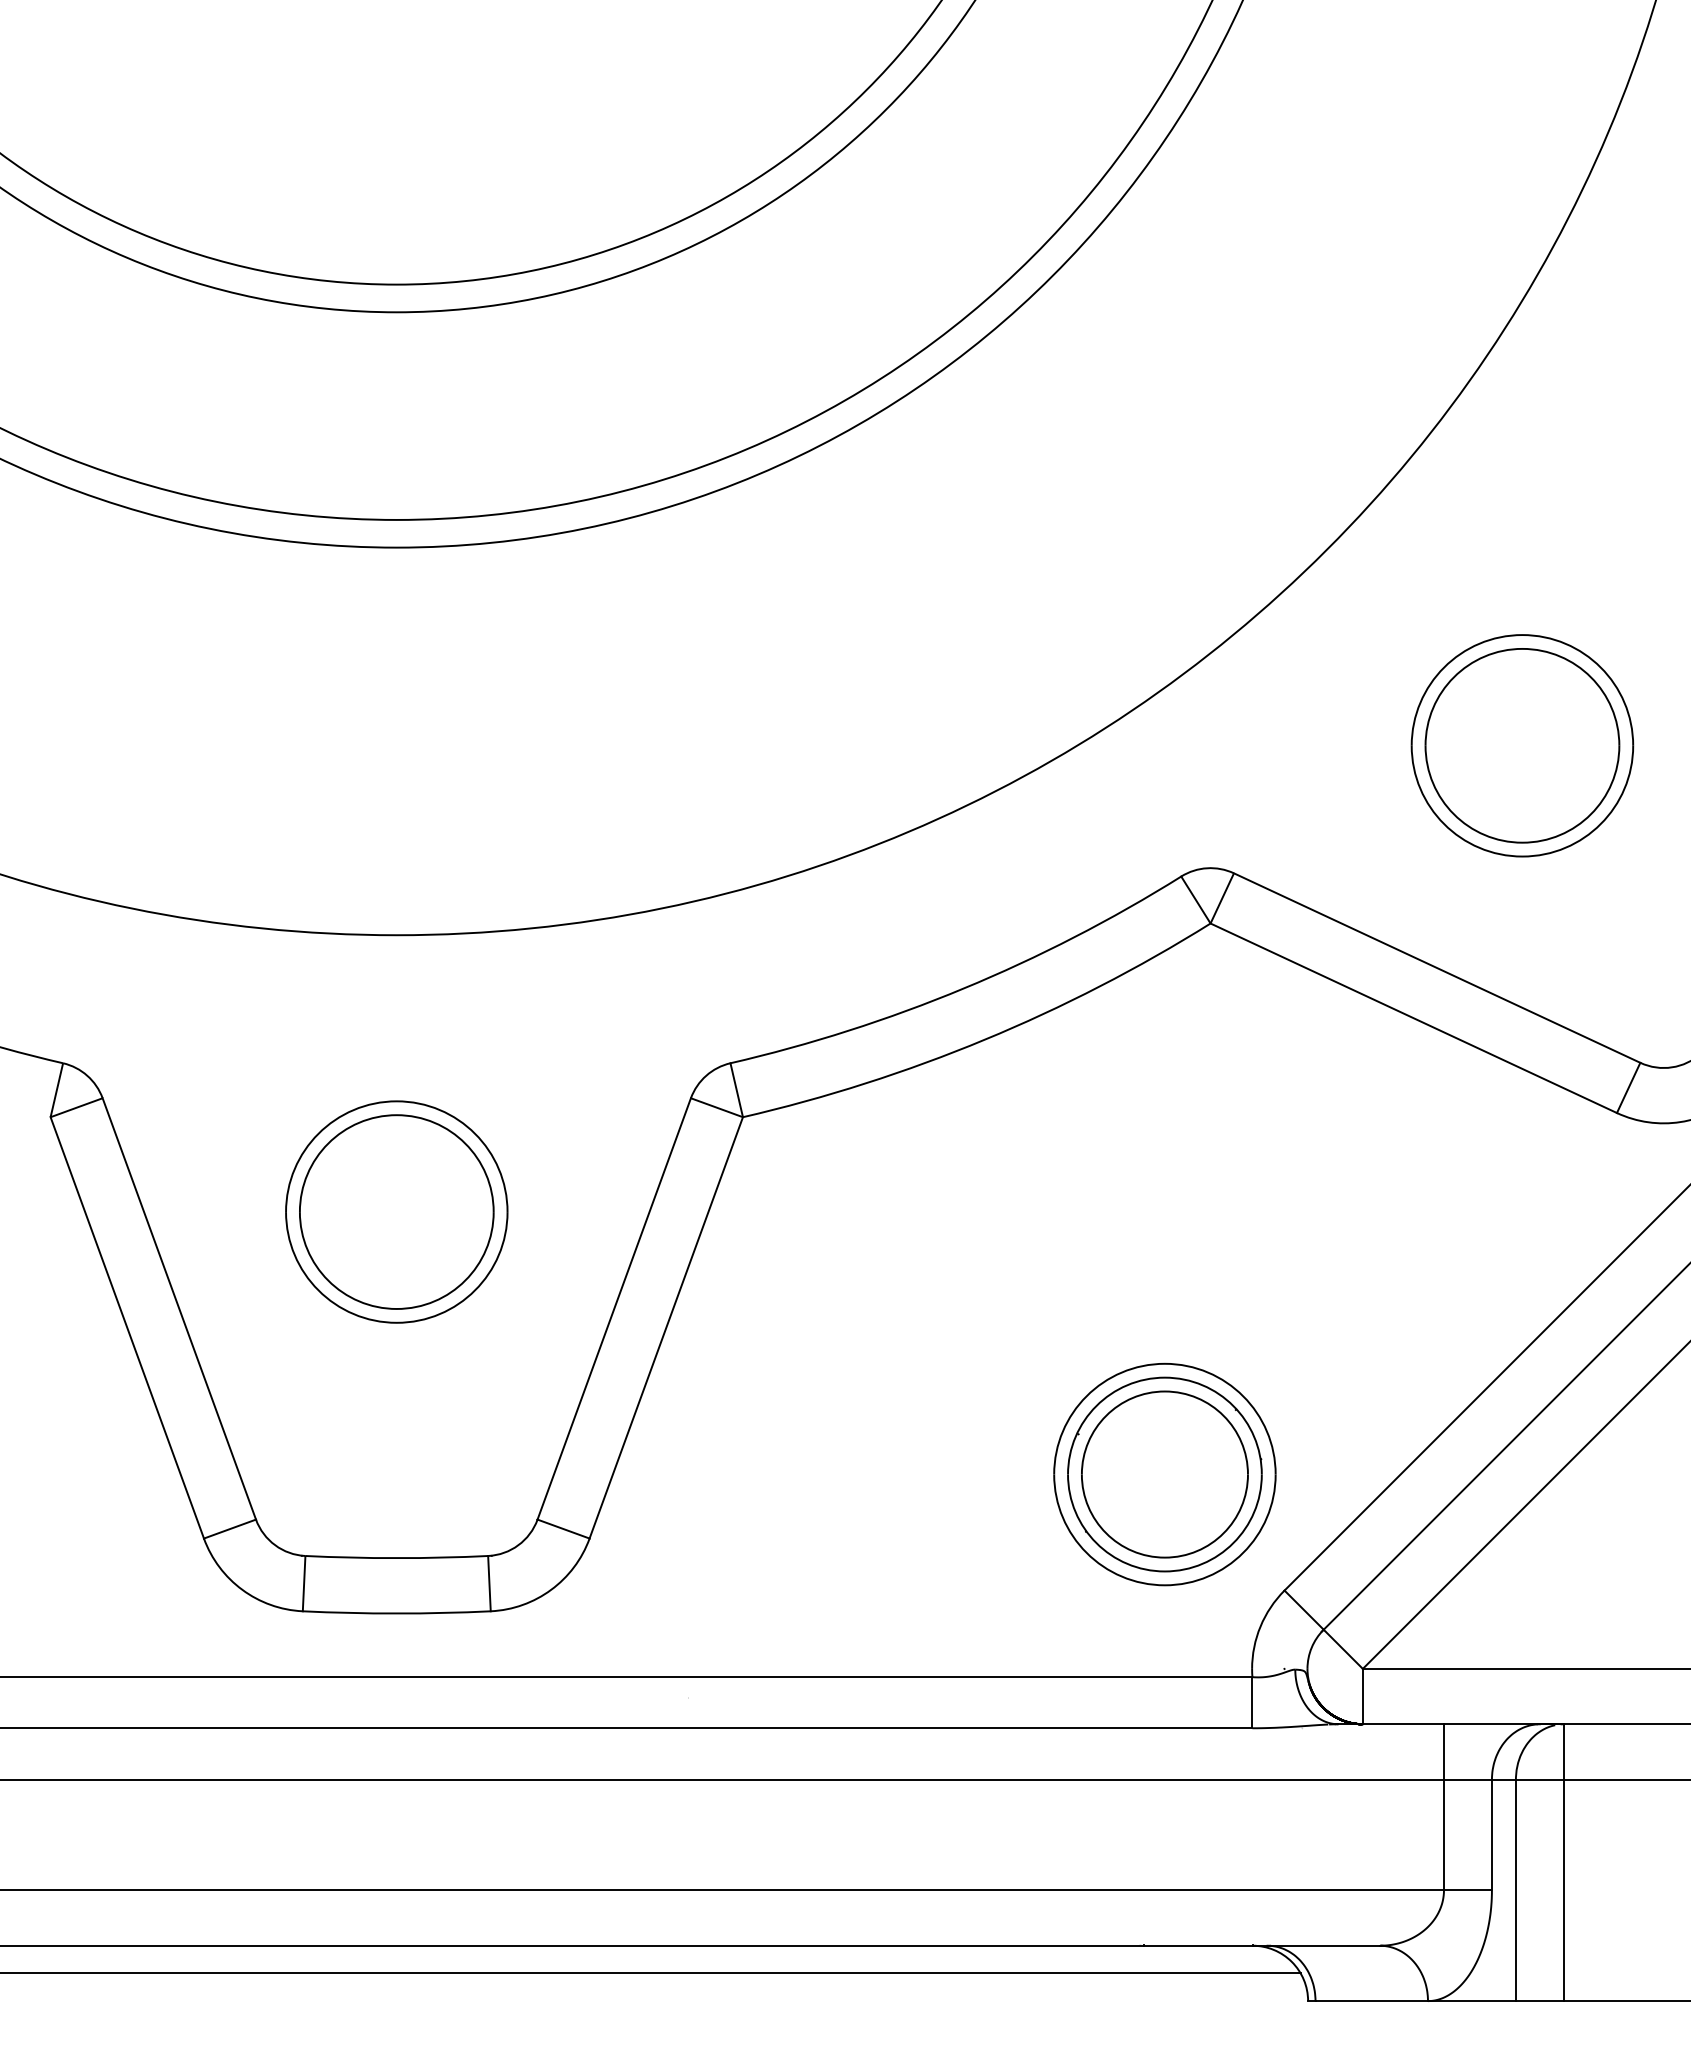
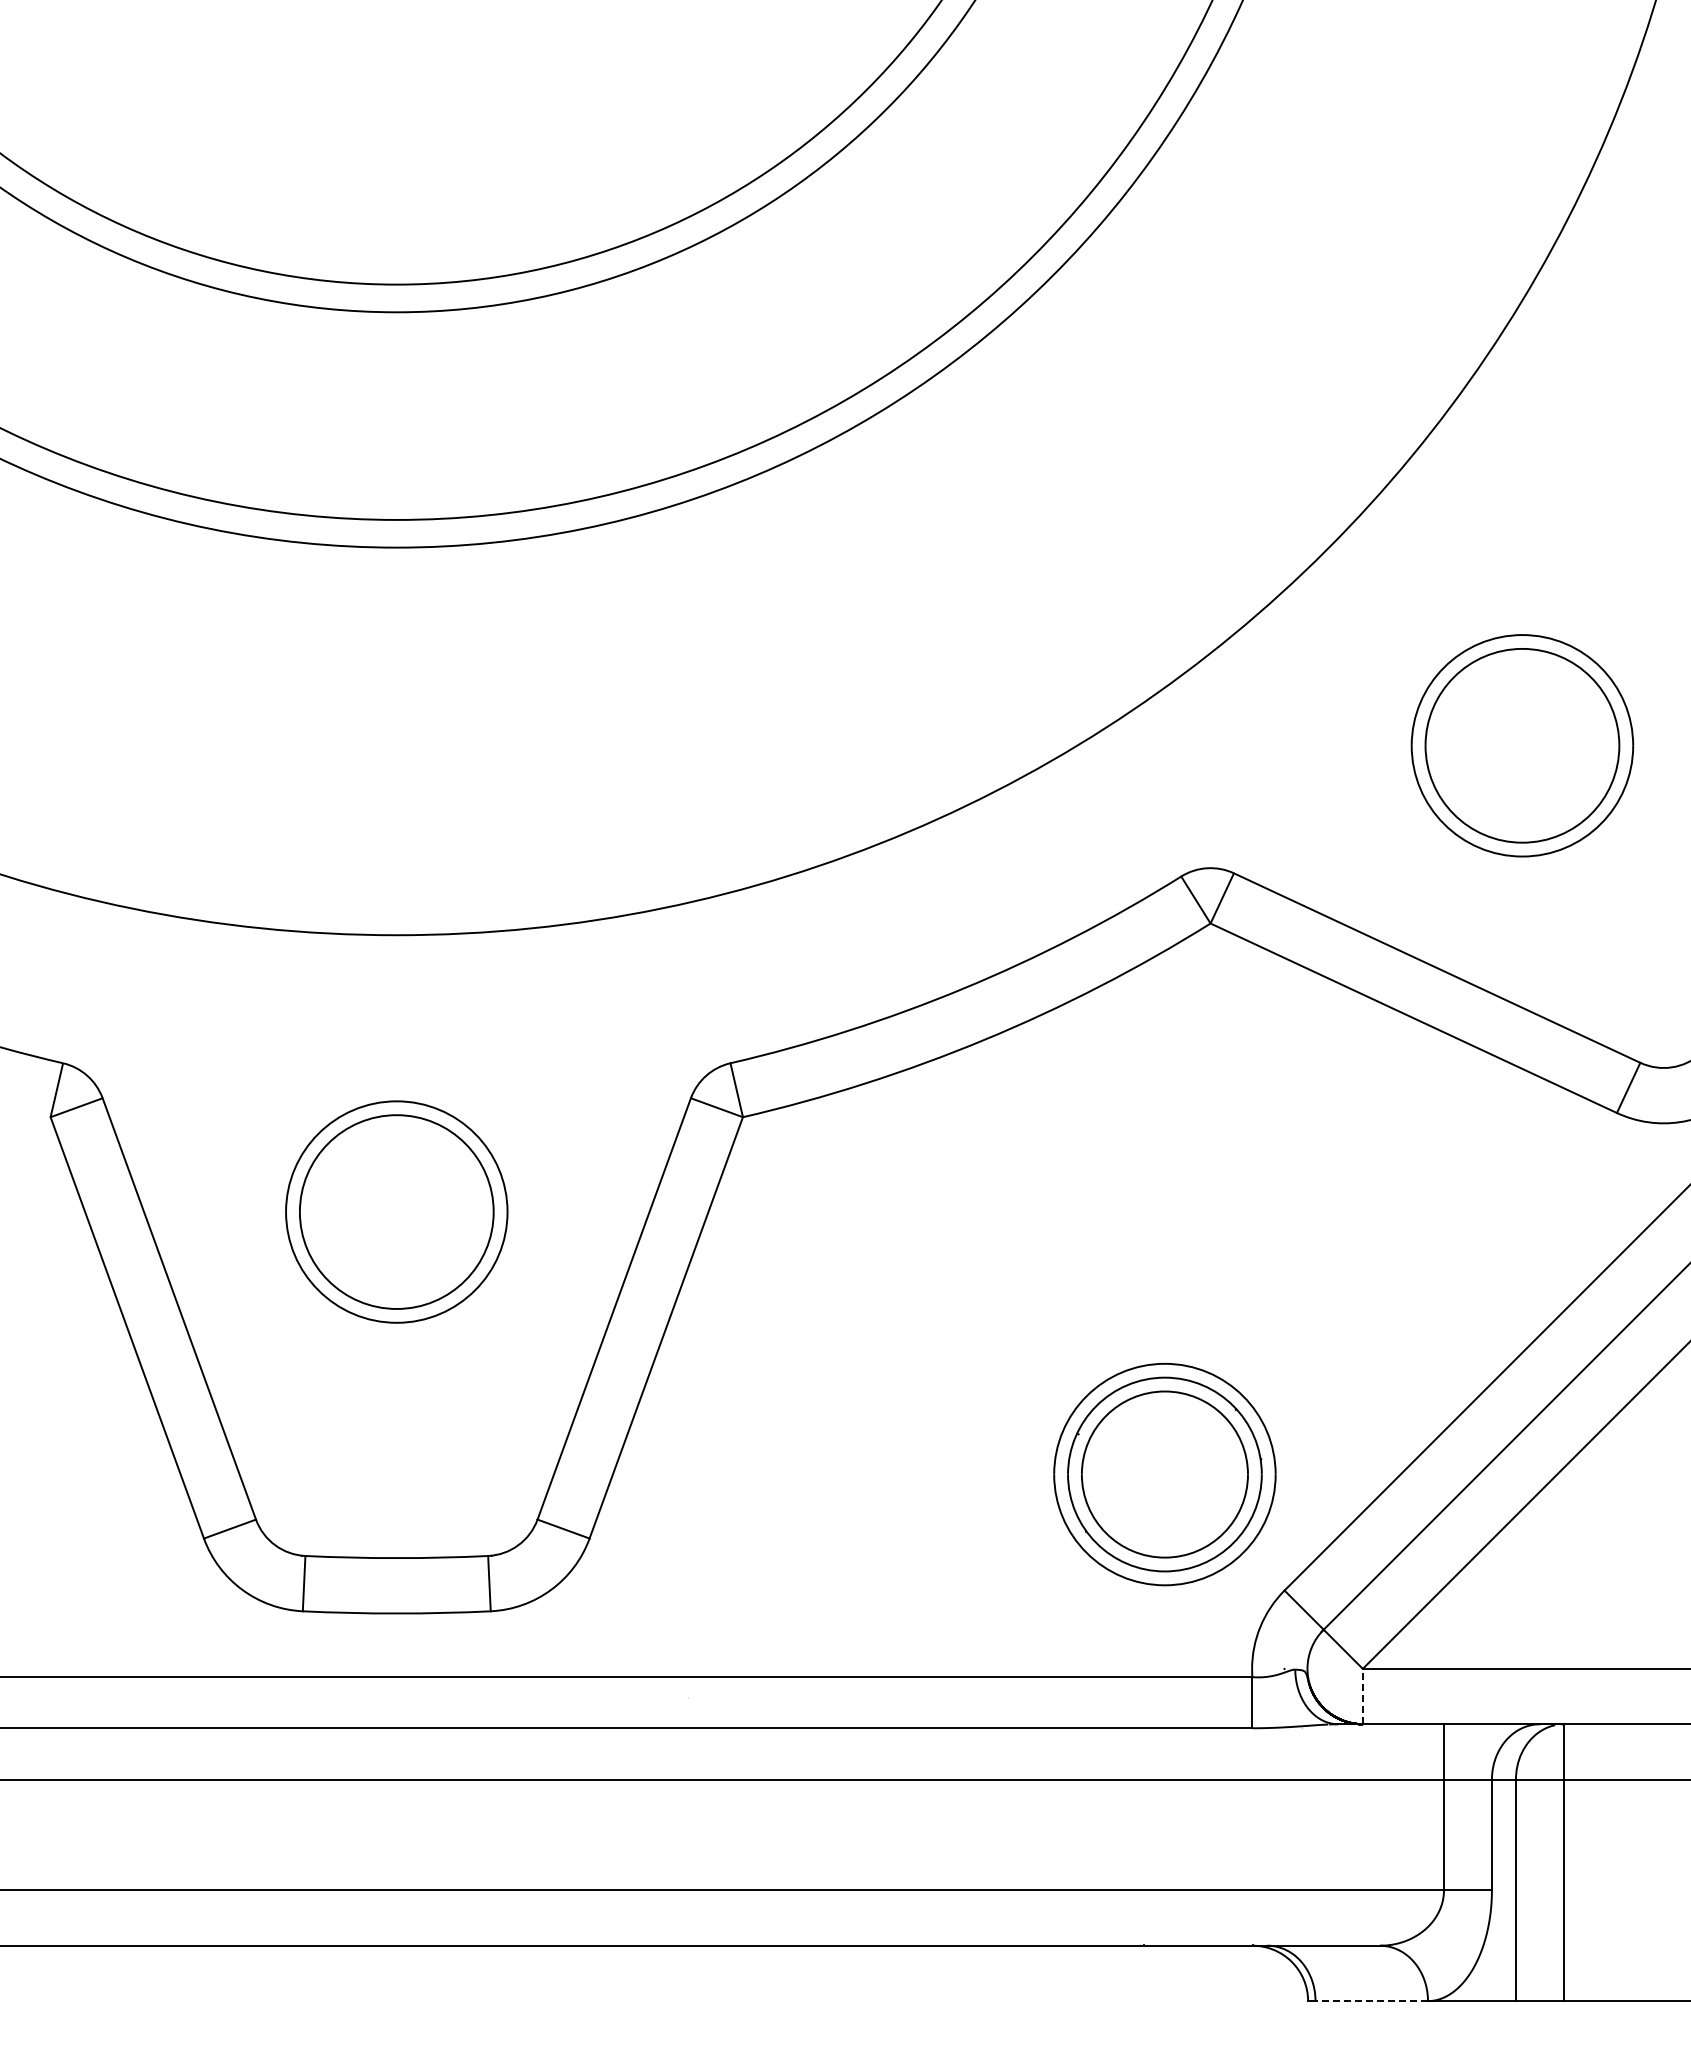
line at (1362, 1696): solid -> dashed
line at (651, 1973): present -> none
line at (1371, 2001): solid -> dashed
